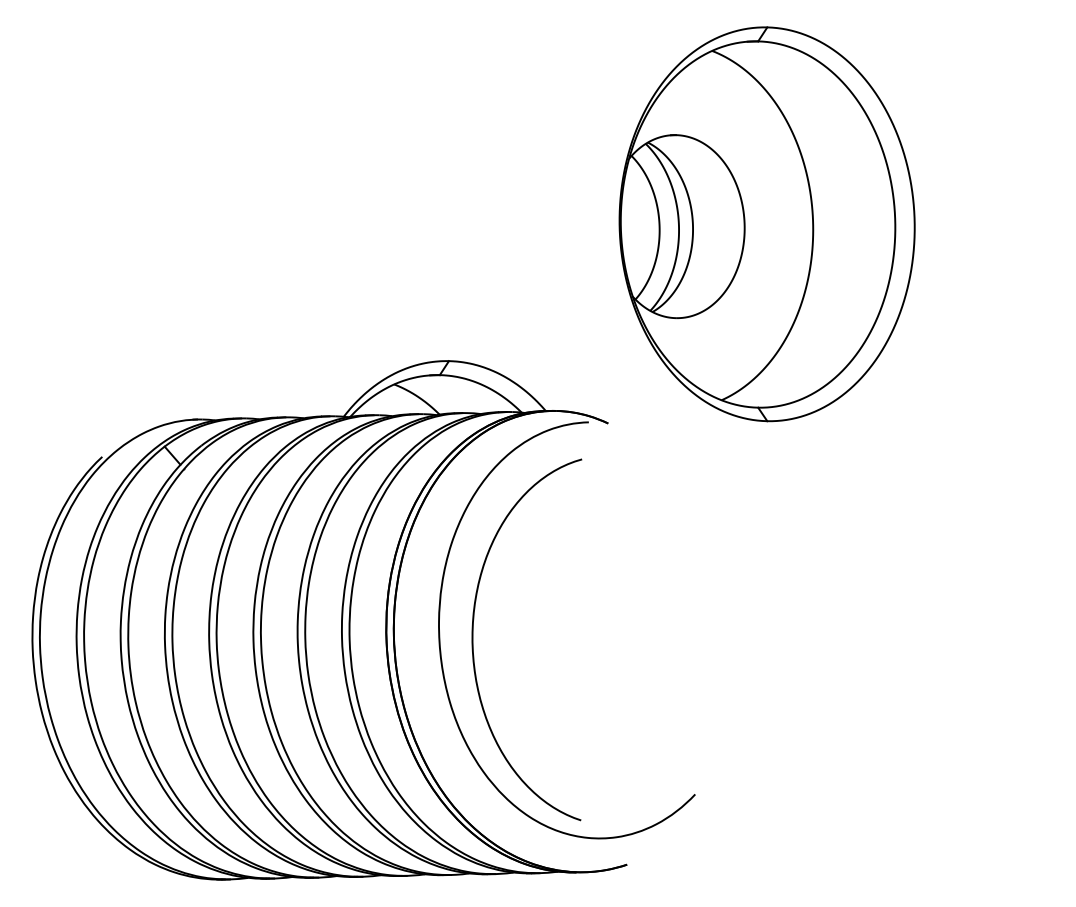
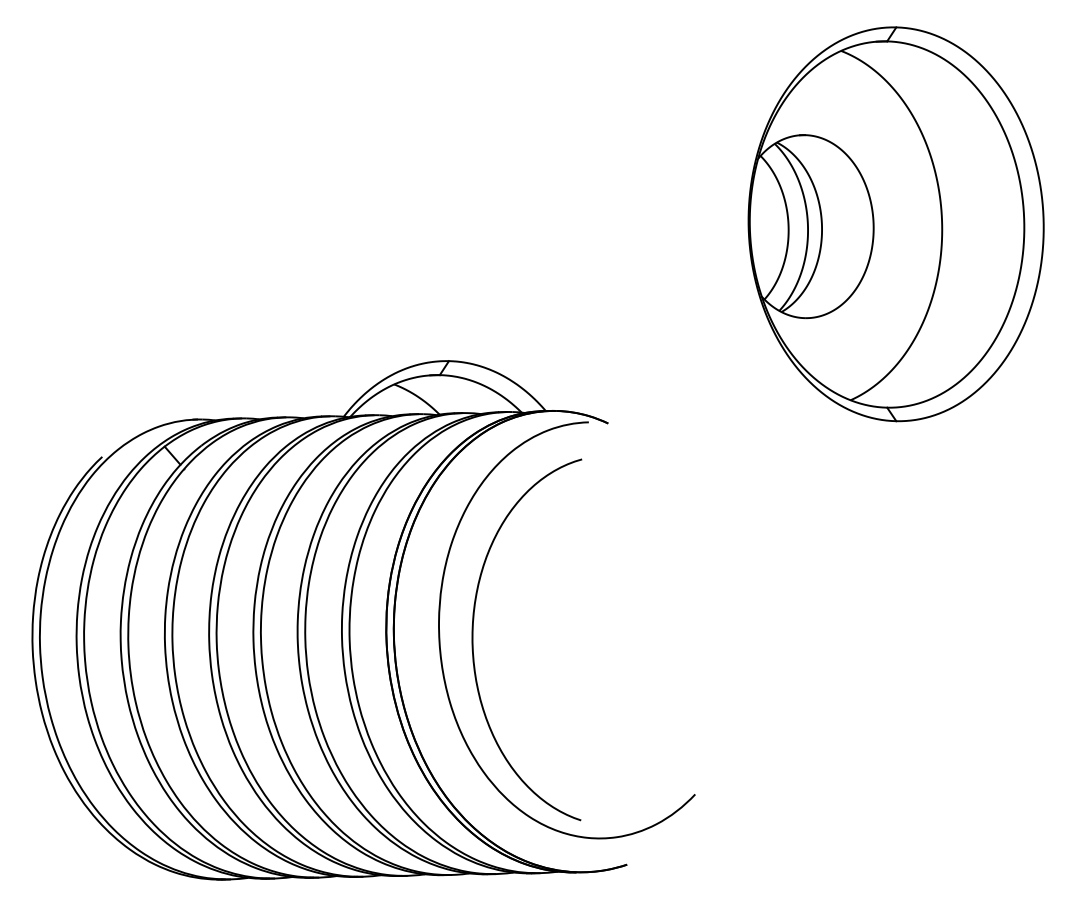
part at (766, 224) position: (766, 224) -> (895, 224)
